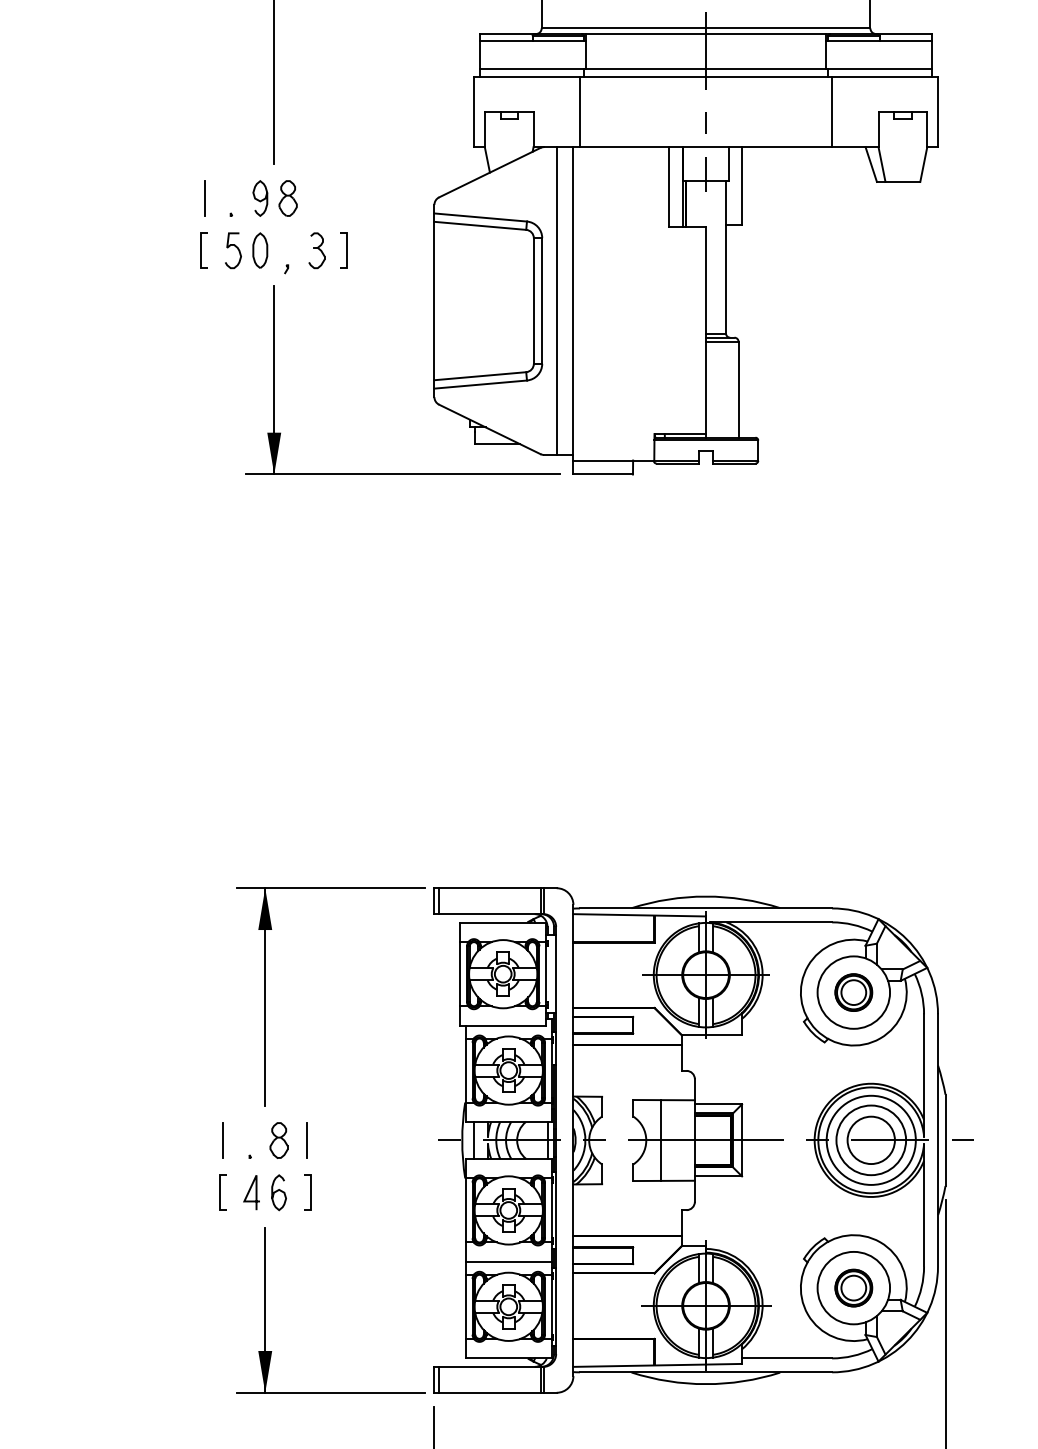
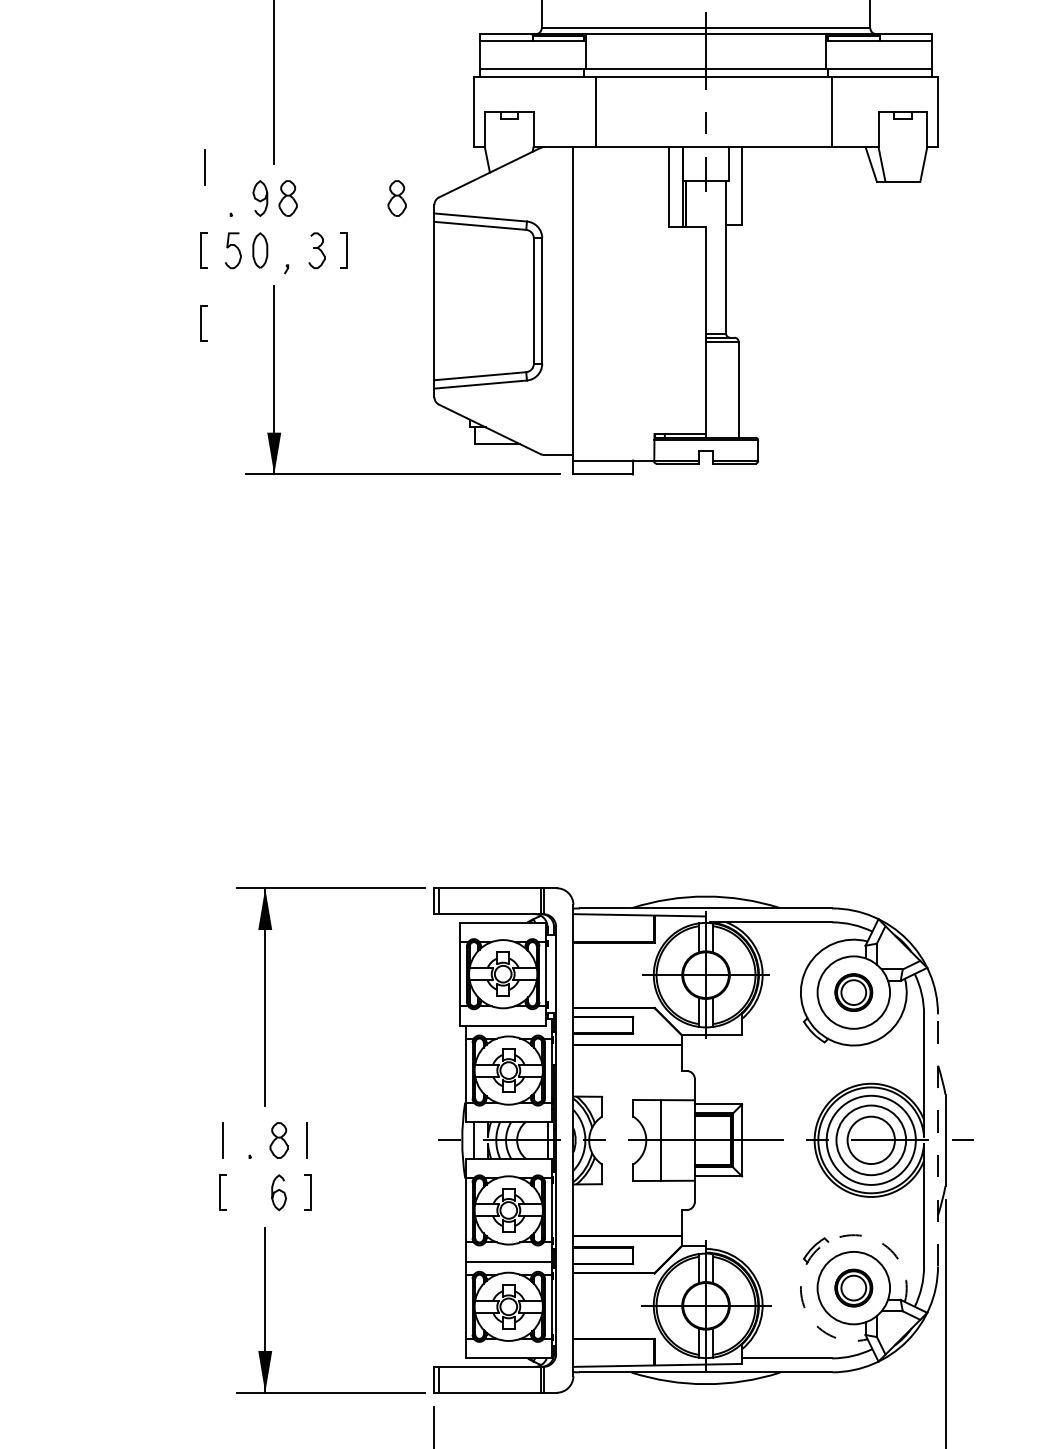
line at (579, 112) position: (579, 112) -> (595, 112)
line at (204, 198) position: (204, 198) -> (204, 167)
part at (396, 198): none -> present
line at (556, 300): present -> none
line at (201, 323): none -> present
line at (938, 1139): solid -> dashed
line at (249, 1192): present -> none
arc at (816, 1250): solid -> dashed
